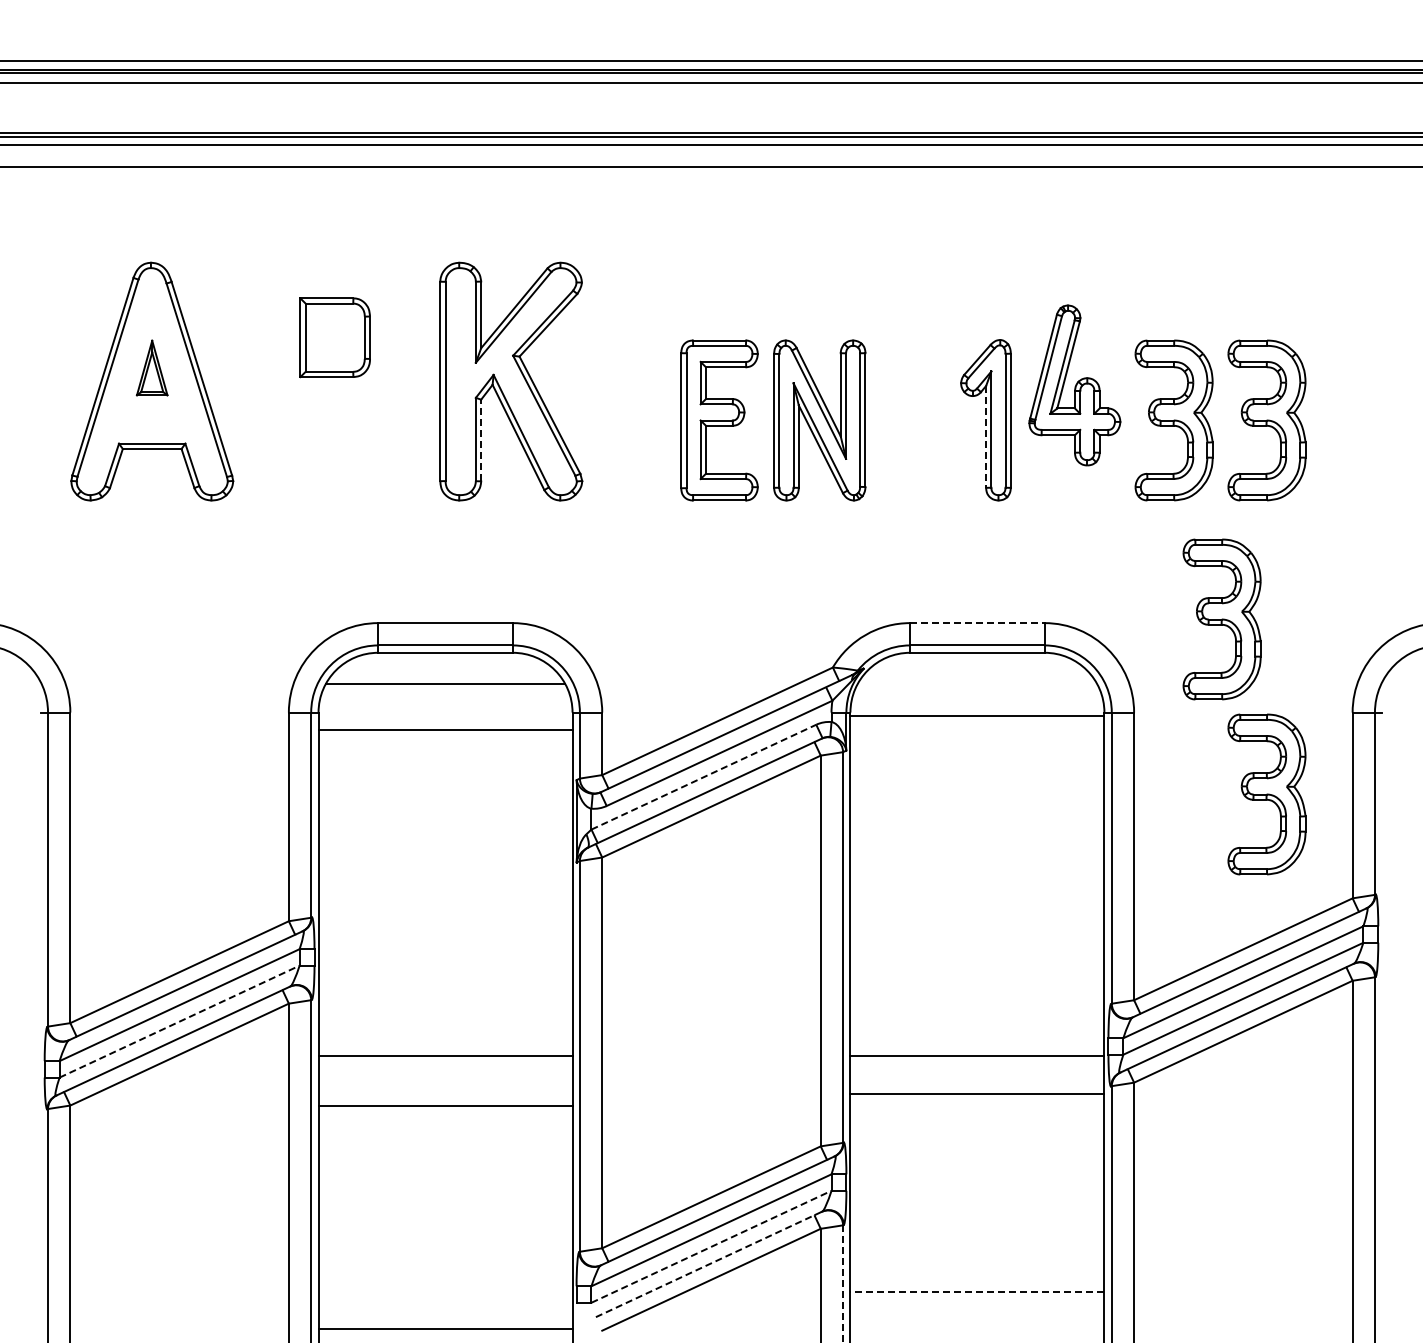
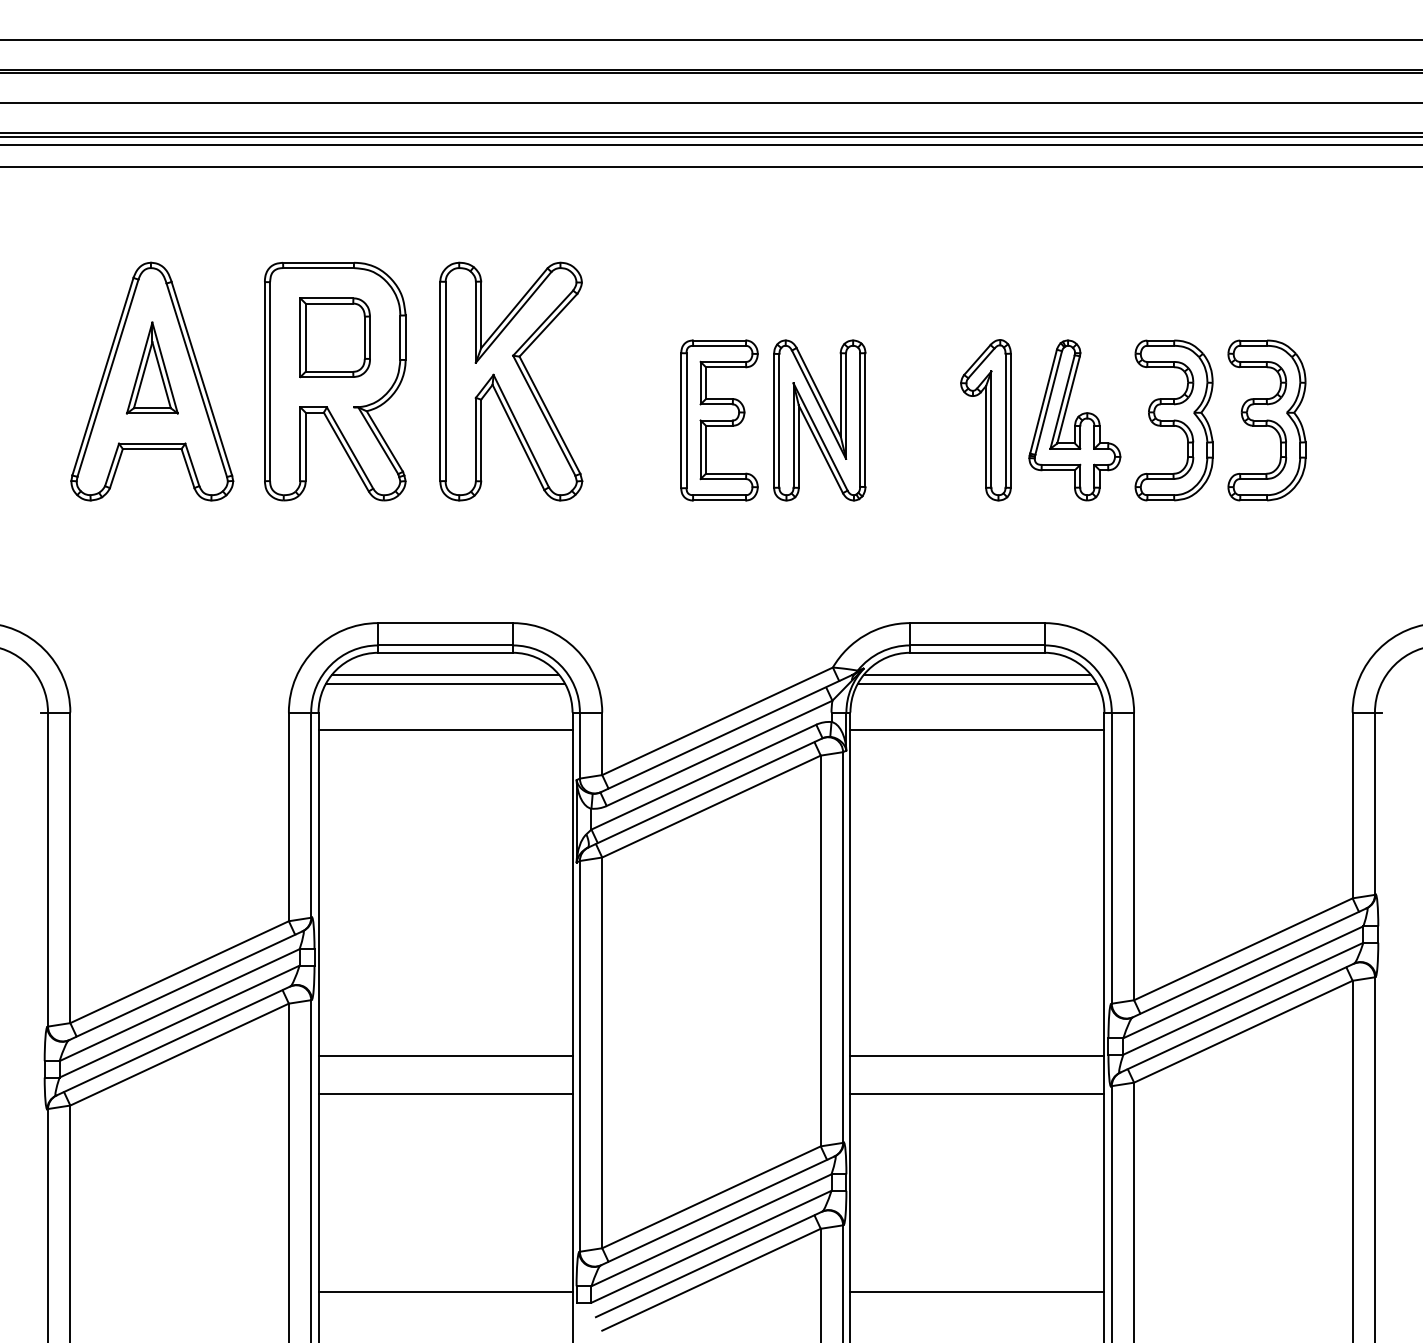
line at (710, 61) position: (710, 61) -> (710, 40)
line at (710, 82) position: (710, 82) -> (710, 102)
part at (151, 367) size: 34x58 px -> 54x94 px
part at (335, 381): none -> present
part at (1074, 385) position: (1074, 385) -> (1074, 420)
line at (986, 436): dashed -> solid
line at (481, 440): dashed -> solid
part at (1221, 619): present -> none
line at (977, 623): dashed -> solid
line at (445, 675): none -> present
line at (977, 675): none -> present
line at (977, 684): none -> present
line at (977, 716) position: (977, 716) -> (977, 730)
line at (704, 776): dashed -> solid
part at (1266, 794): present -> none
line at (180, 1021): dashed -> solid
line at (445, 1105) position: (445, 1105) -> (445, 1093)
line at (711, 1246): dashed -> solid
line at (705, 1266): dashed -> solid
line at (843, 1284): dashed -> solid
line at (977, 1292): dashed -> solid
line at (445, 1329) position: (445, 1329) -> (445, 1292)
